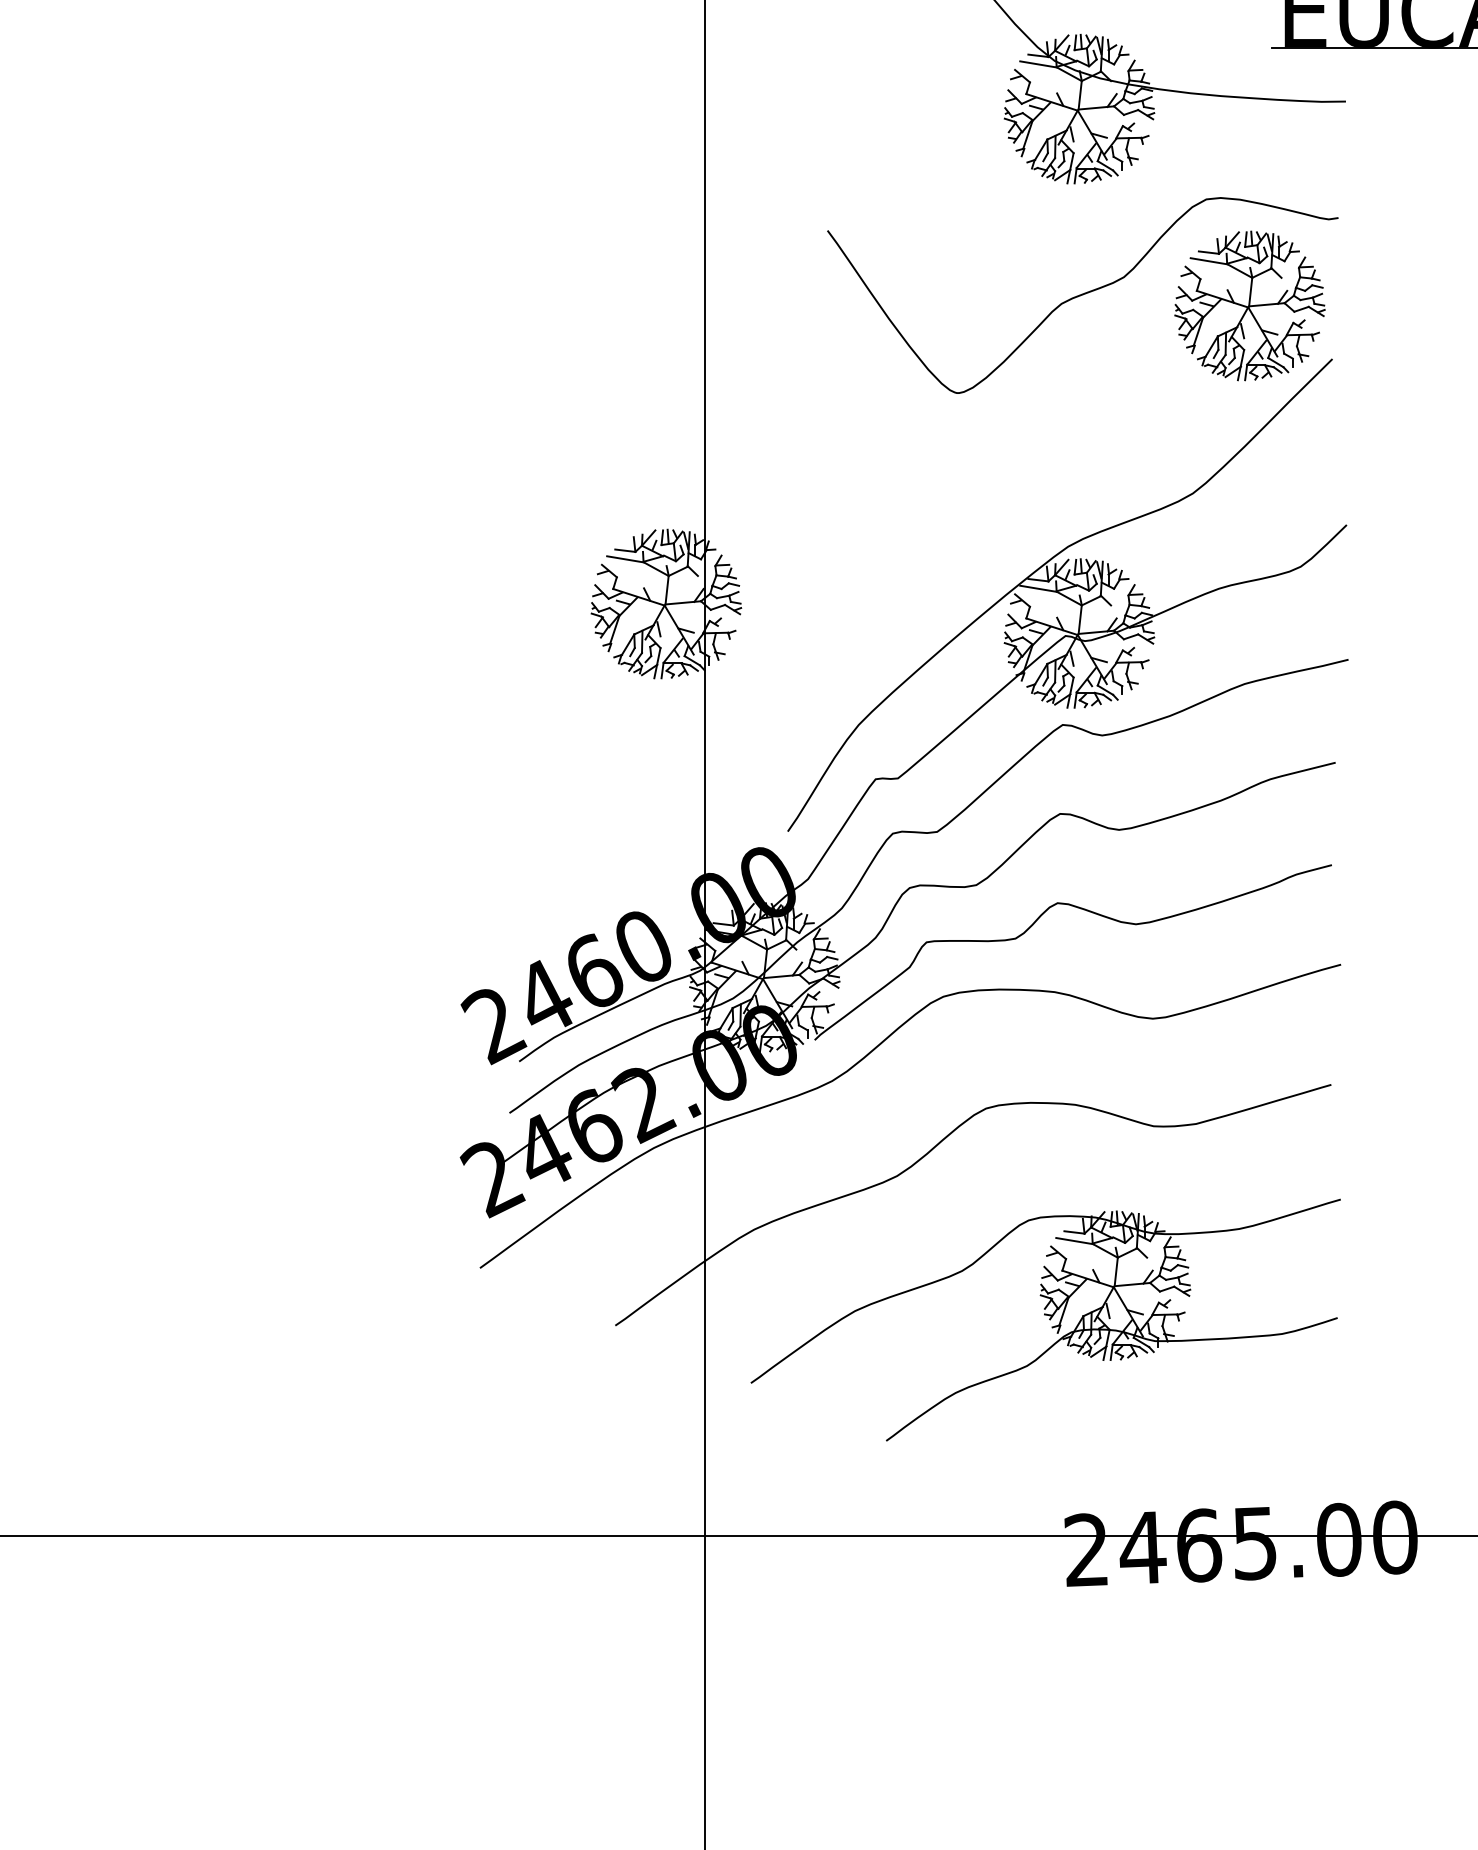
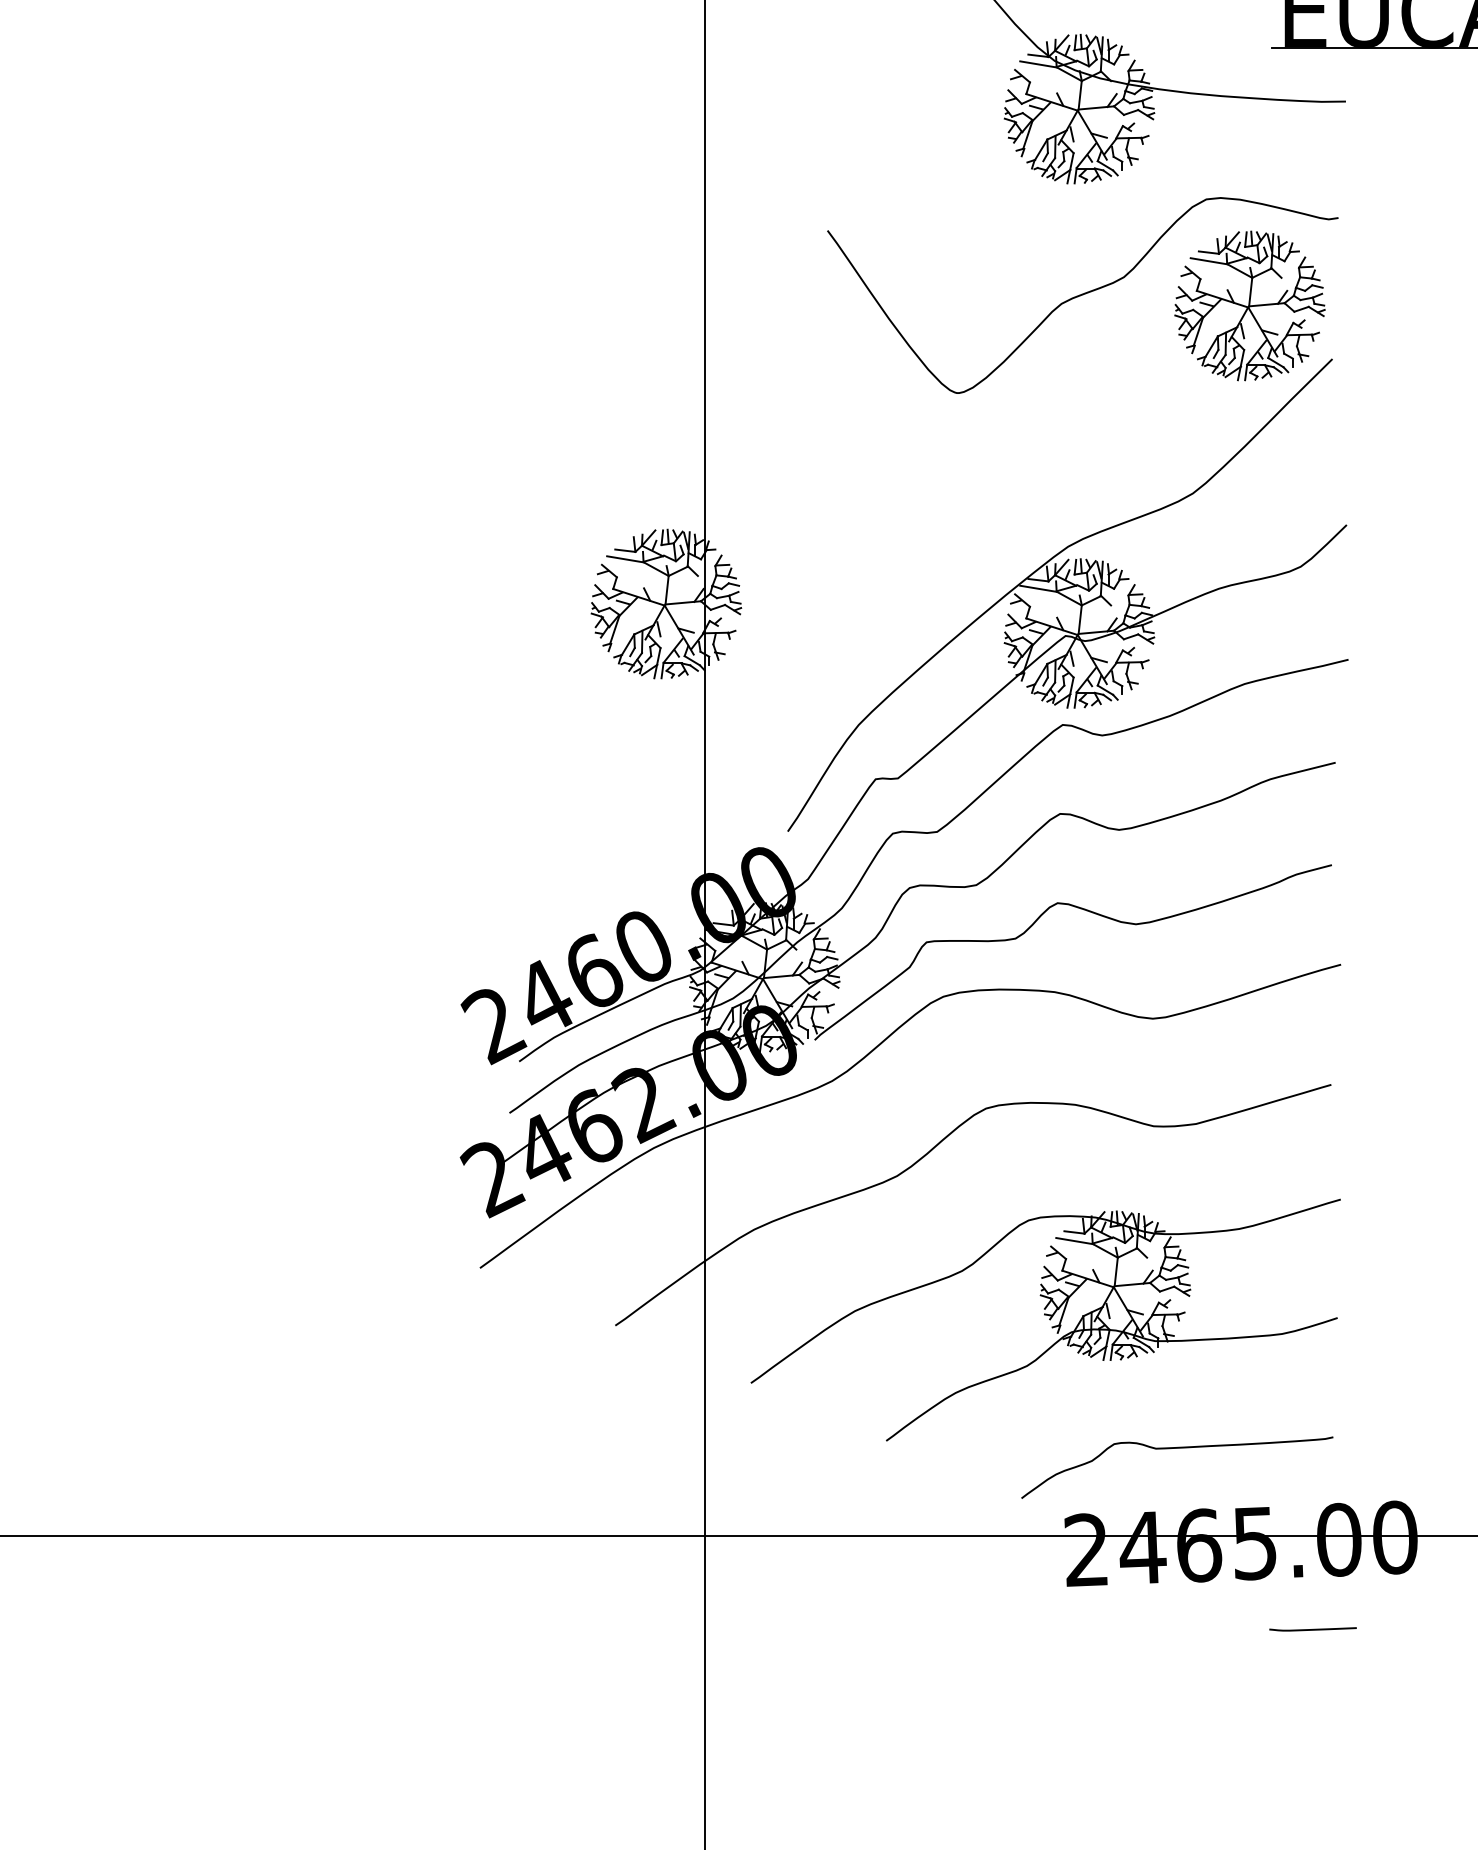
curve at (1177, 1448): none -> present
curve at (1312, 1629): none -> present
